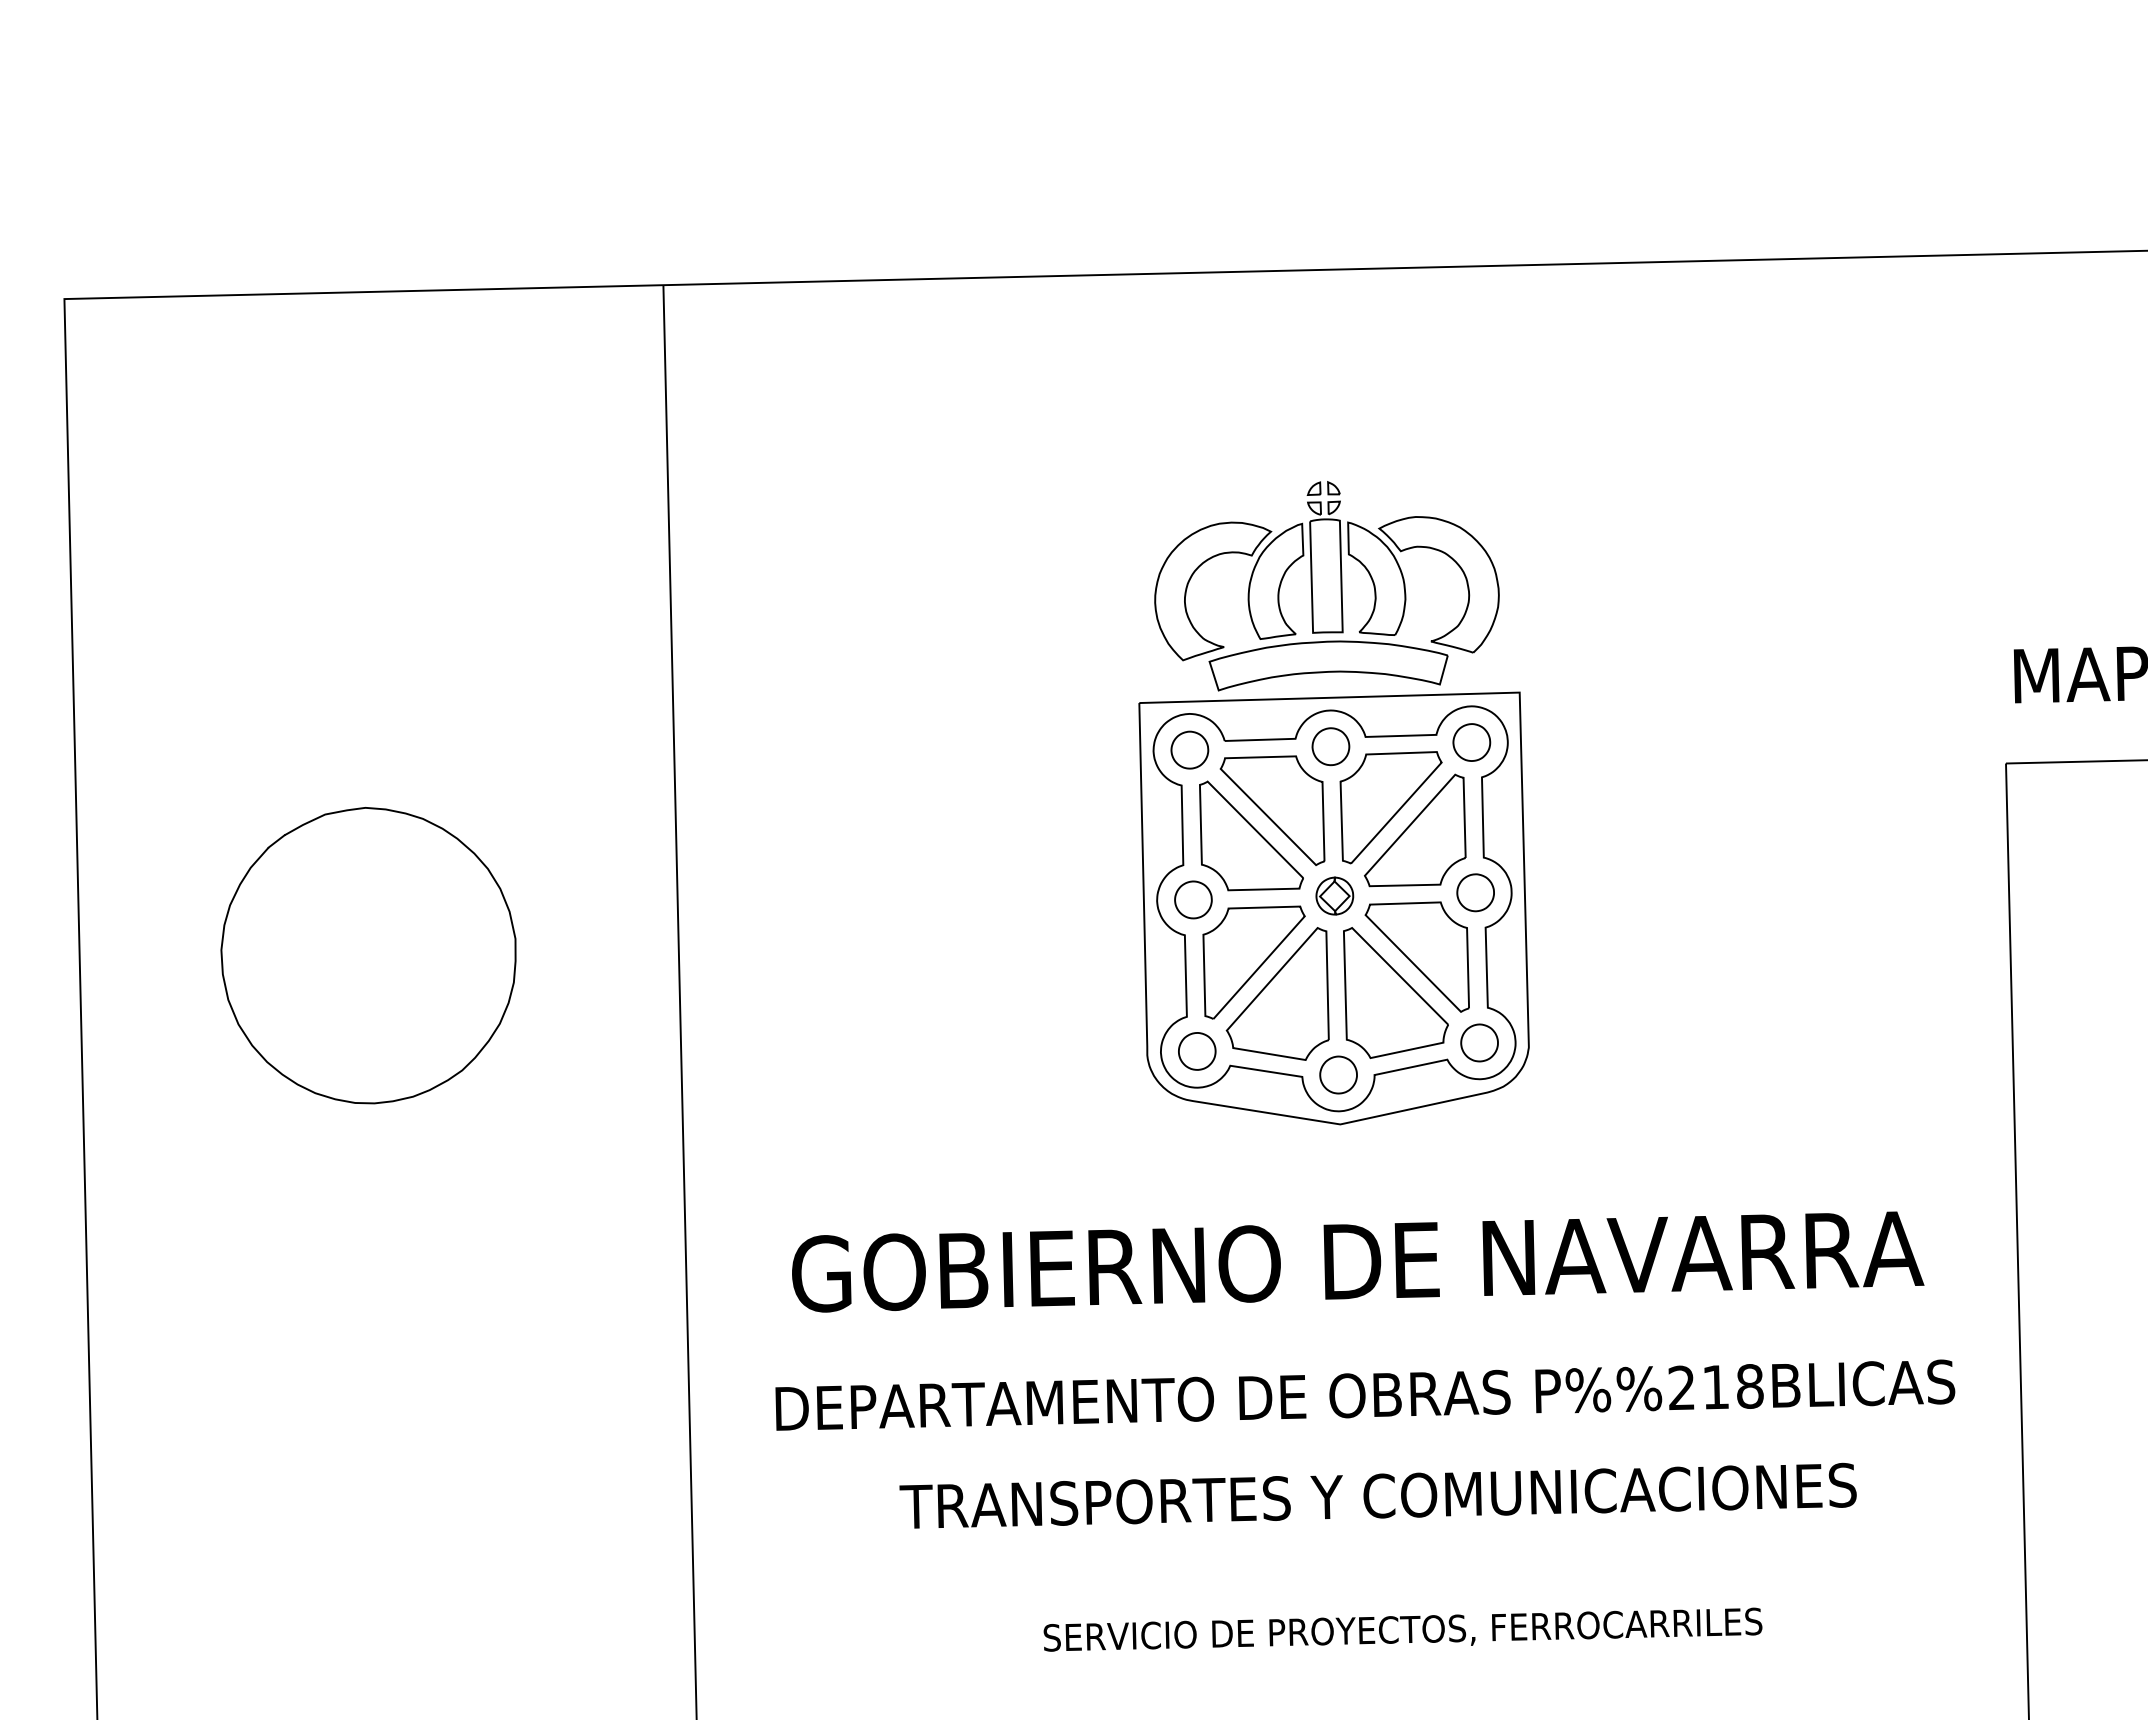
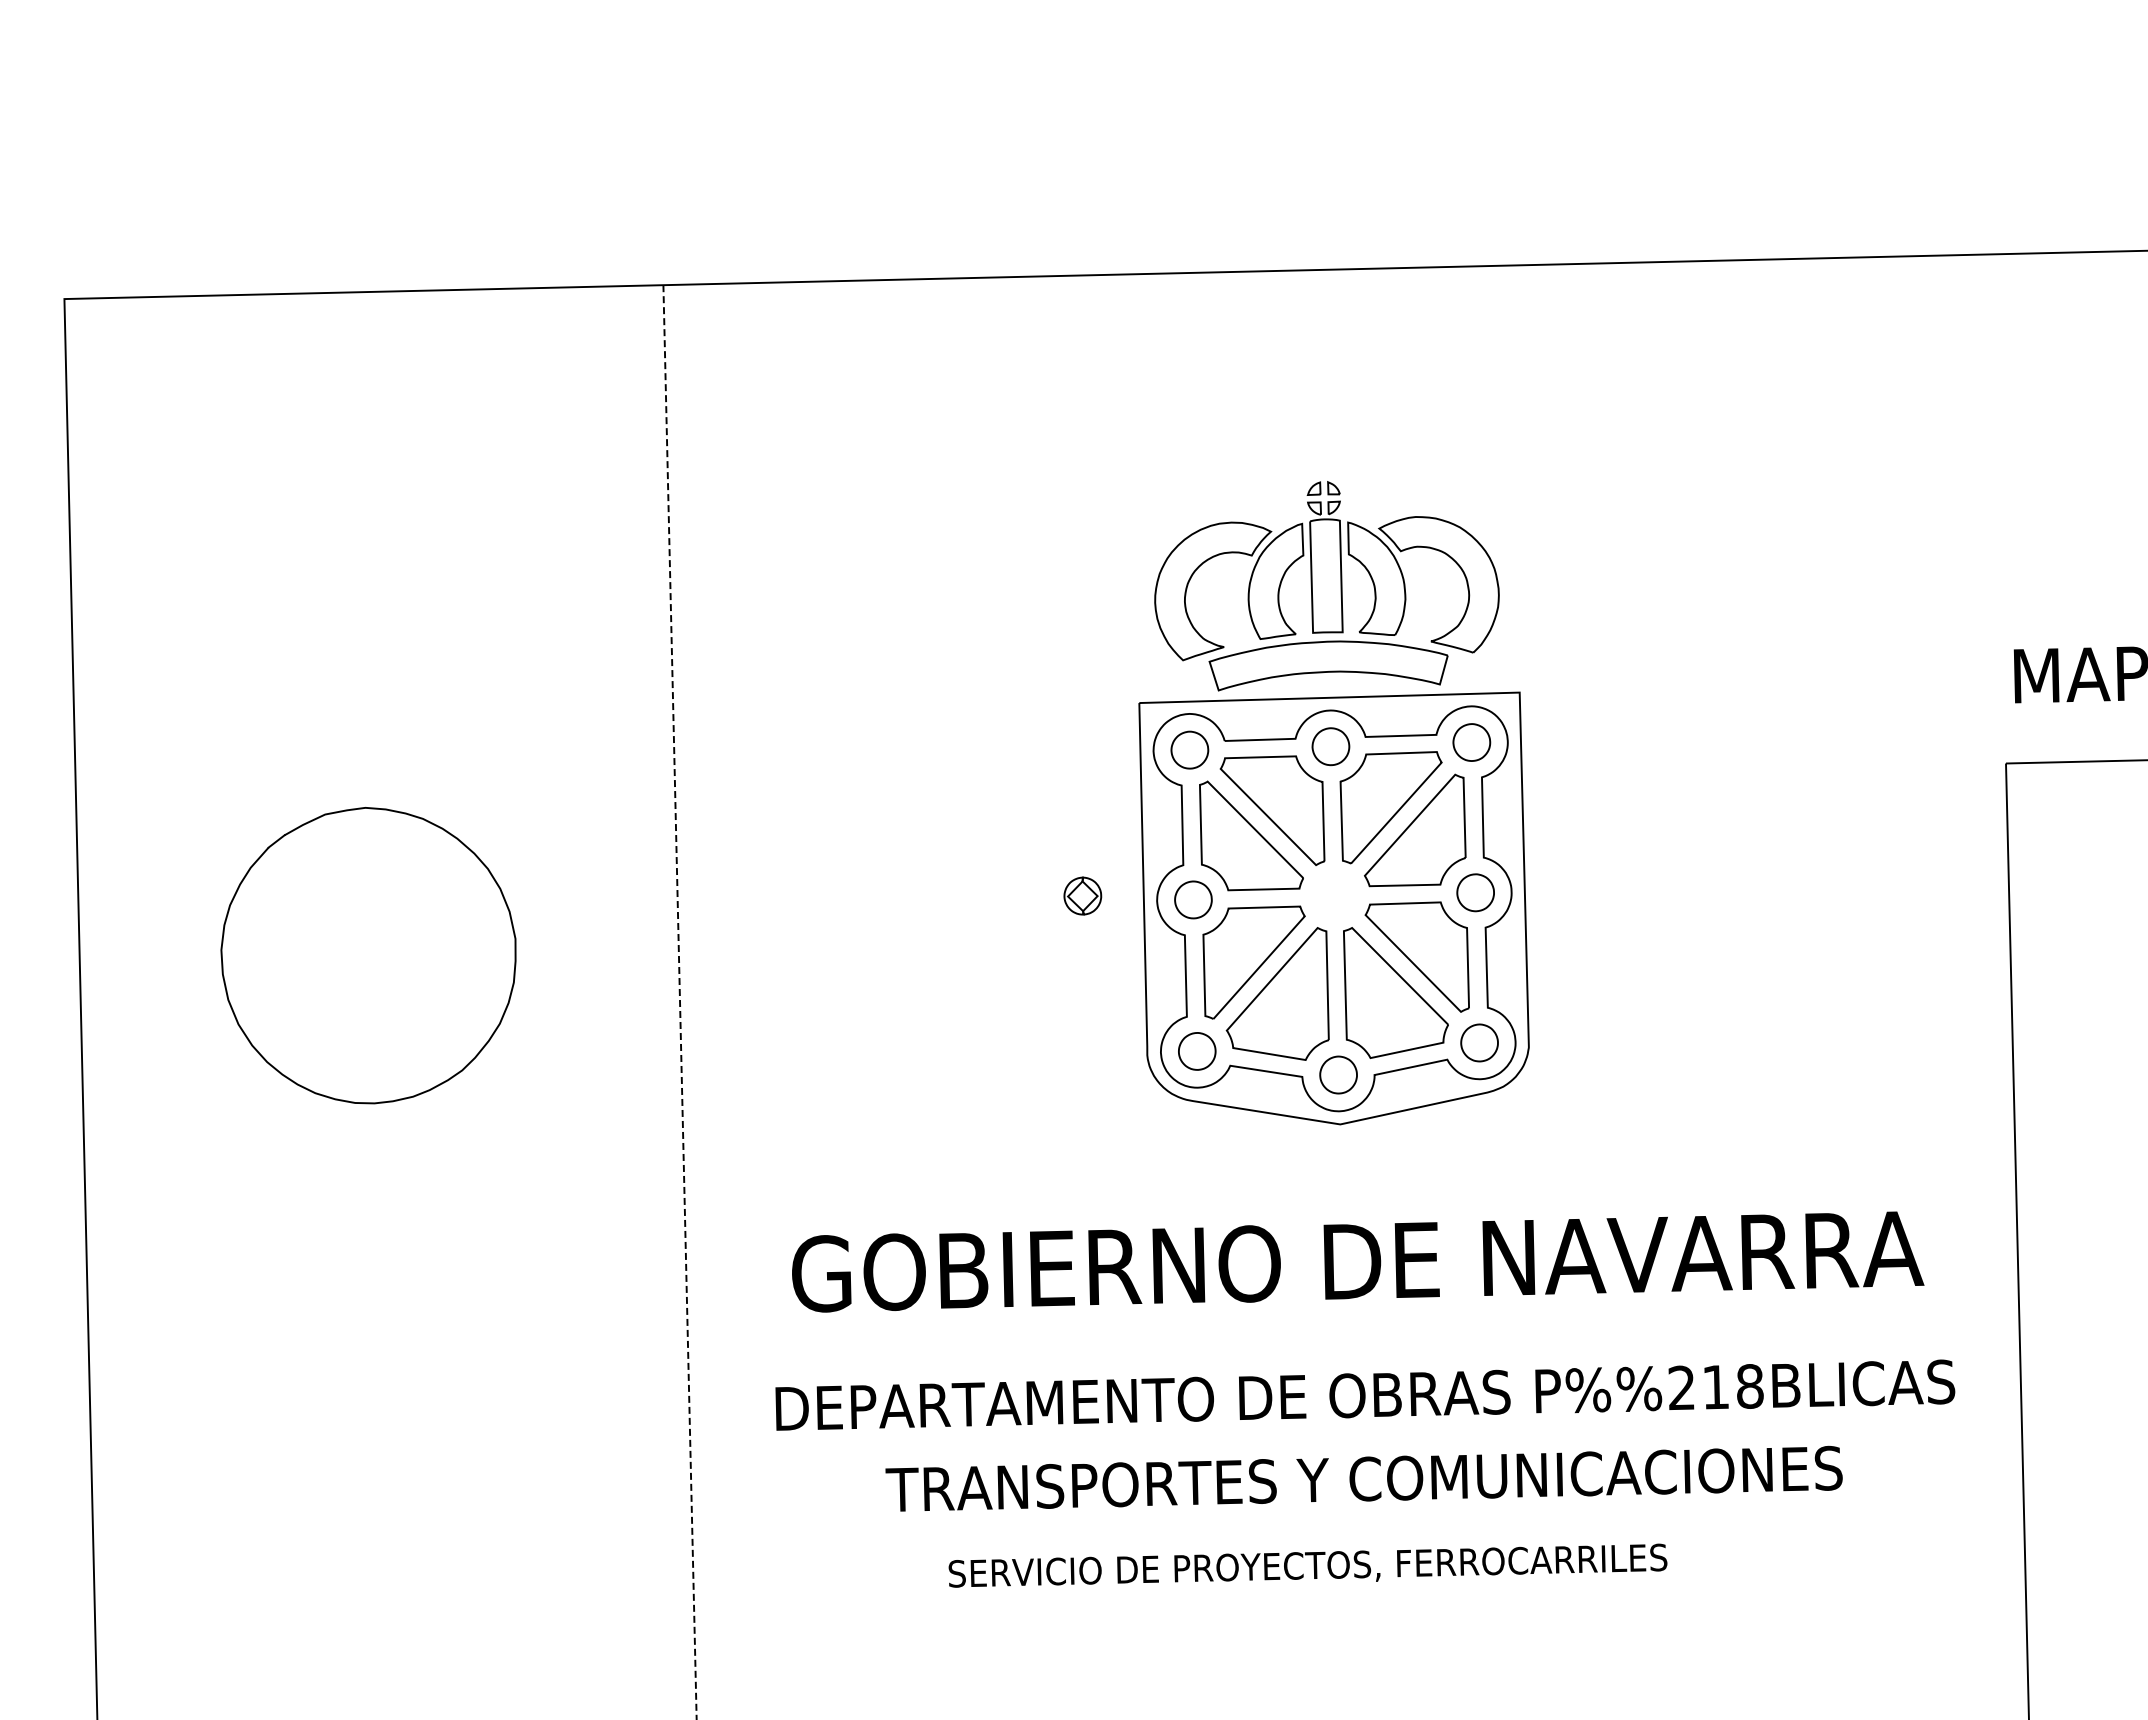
part at (1334, 895) position: (1334, 895) -> (1082, 895)
line at (680, 1002): solid -> dashed
text at (1377, 1495) position: (1377, 1495) -> (1363, 1478)
text at (1402, 1629) position: (1402, 1629) -> (1307, 1565)
